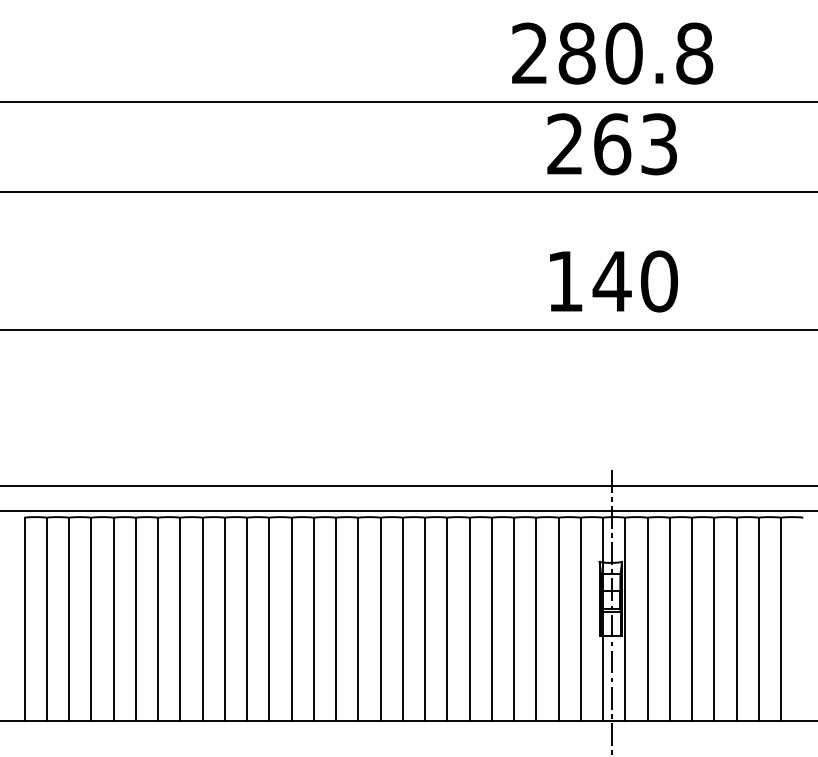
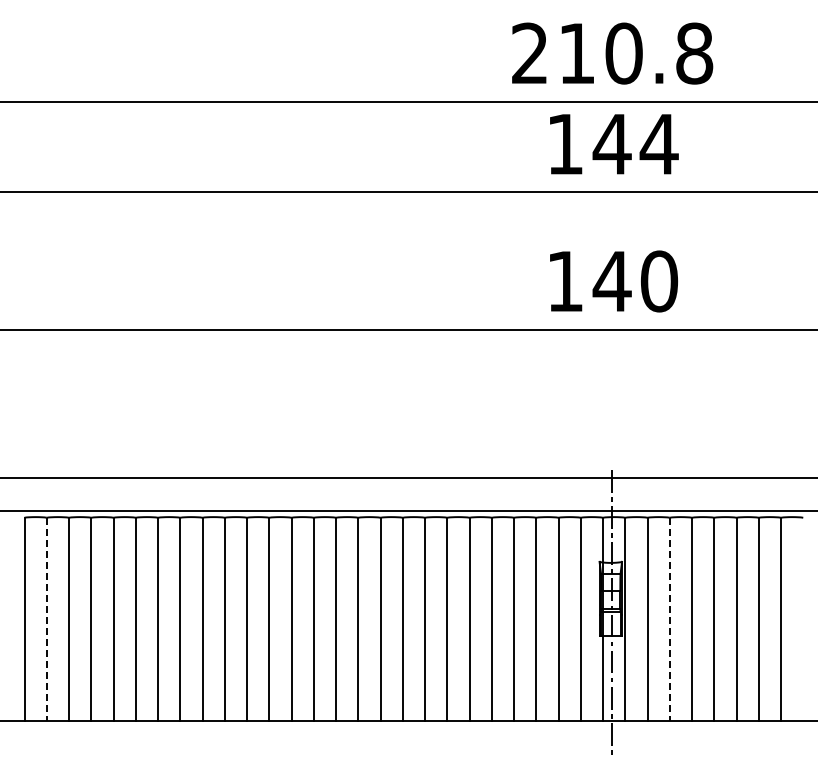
text at (576, 53): 280.8 -> 210.8
text at (612, 144): 263 -> 144
line at (408, 485) position: (408, 485) -> (408, 477)
line at (46, 619): solid -> dashed
line at (669, 619): solid -> dashed
